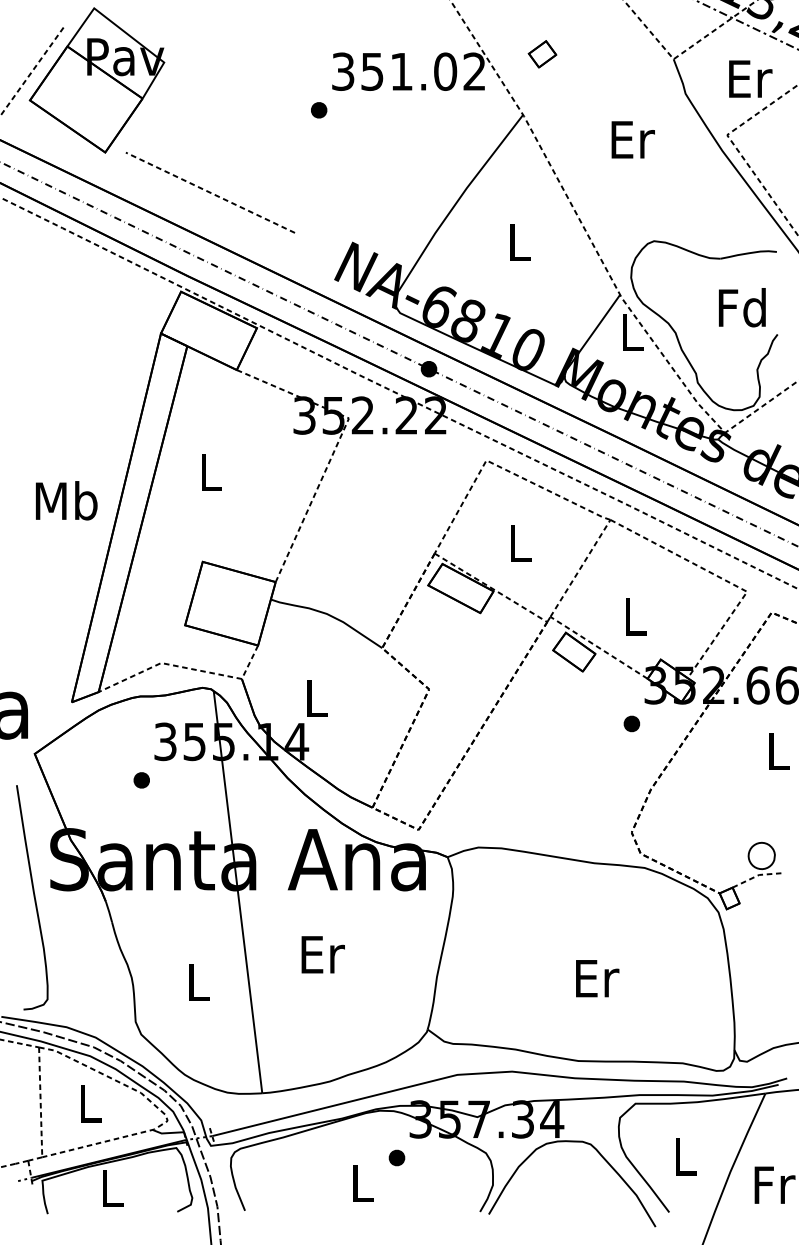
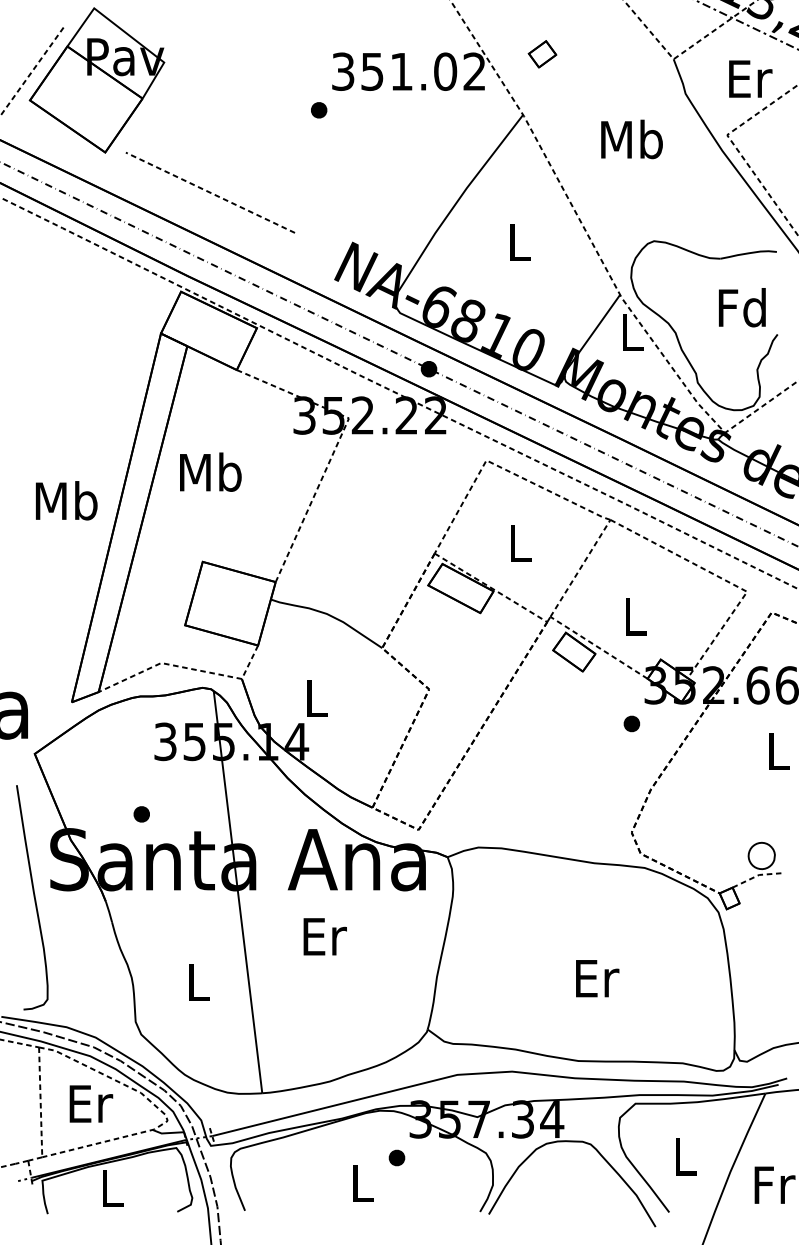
text at (631, 139): Er -> Mb
text at (210, 471): L -> Mb
part at (141, 780) position: (141, 780) -> (141, 814)
text at (322, 954) position: (322, 954) -> (324, 936)
text at (91, 1103): L -> Er
